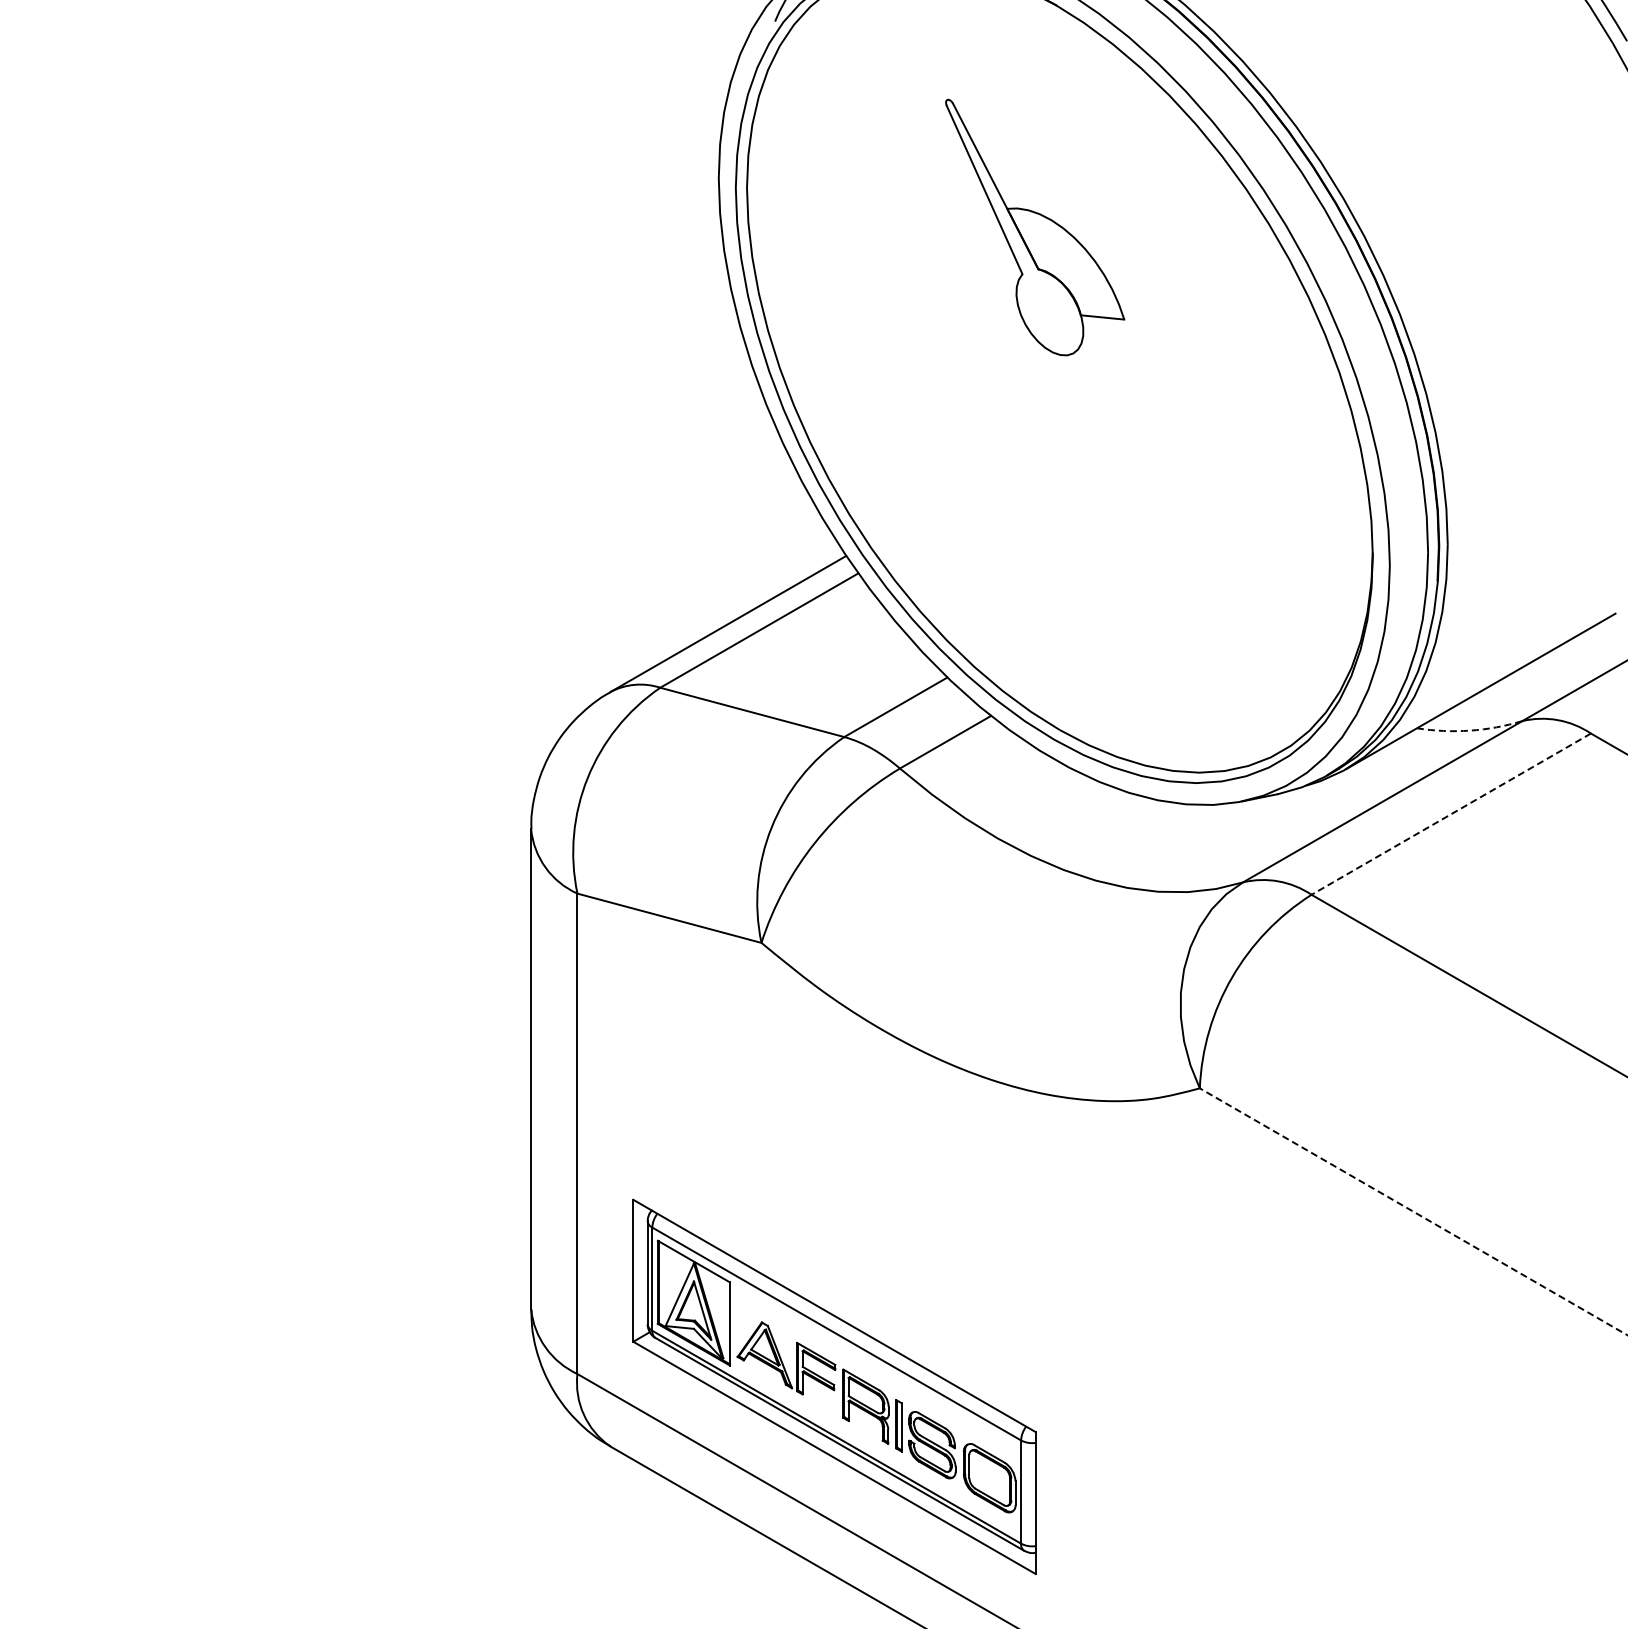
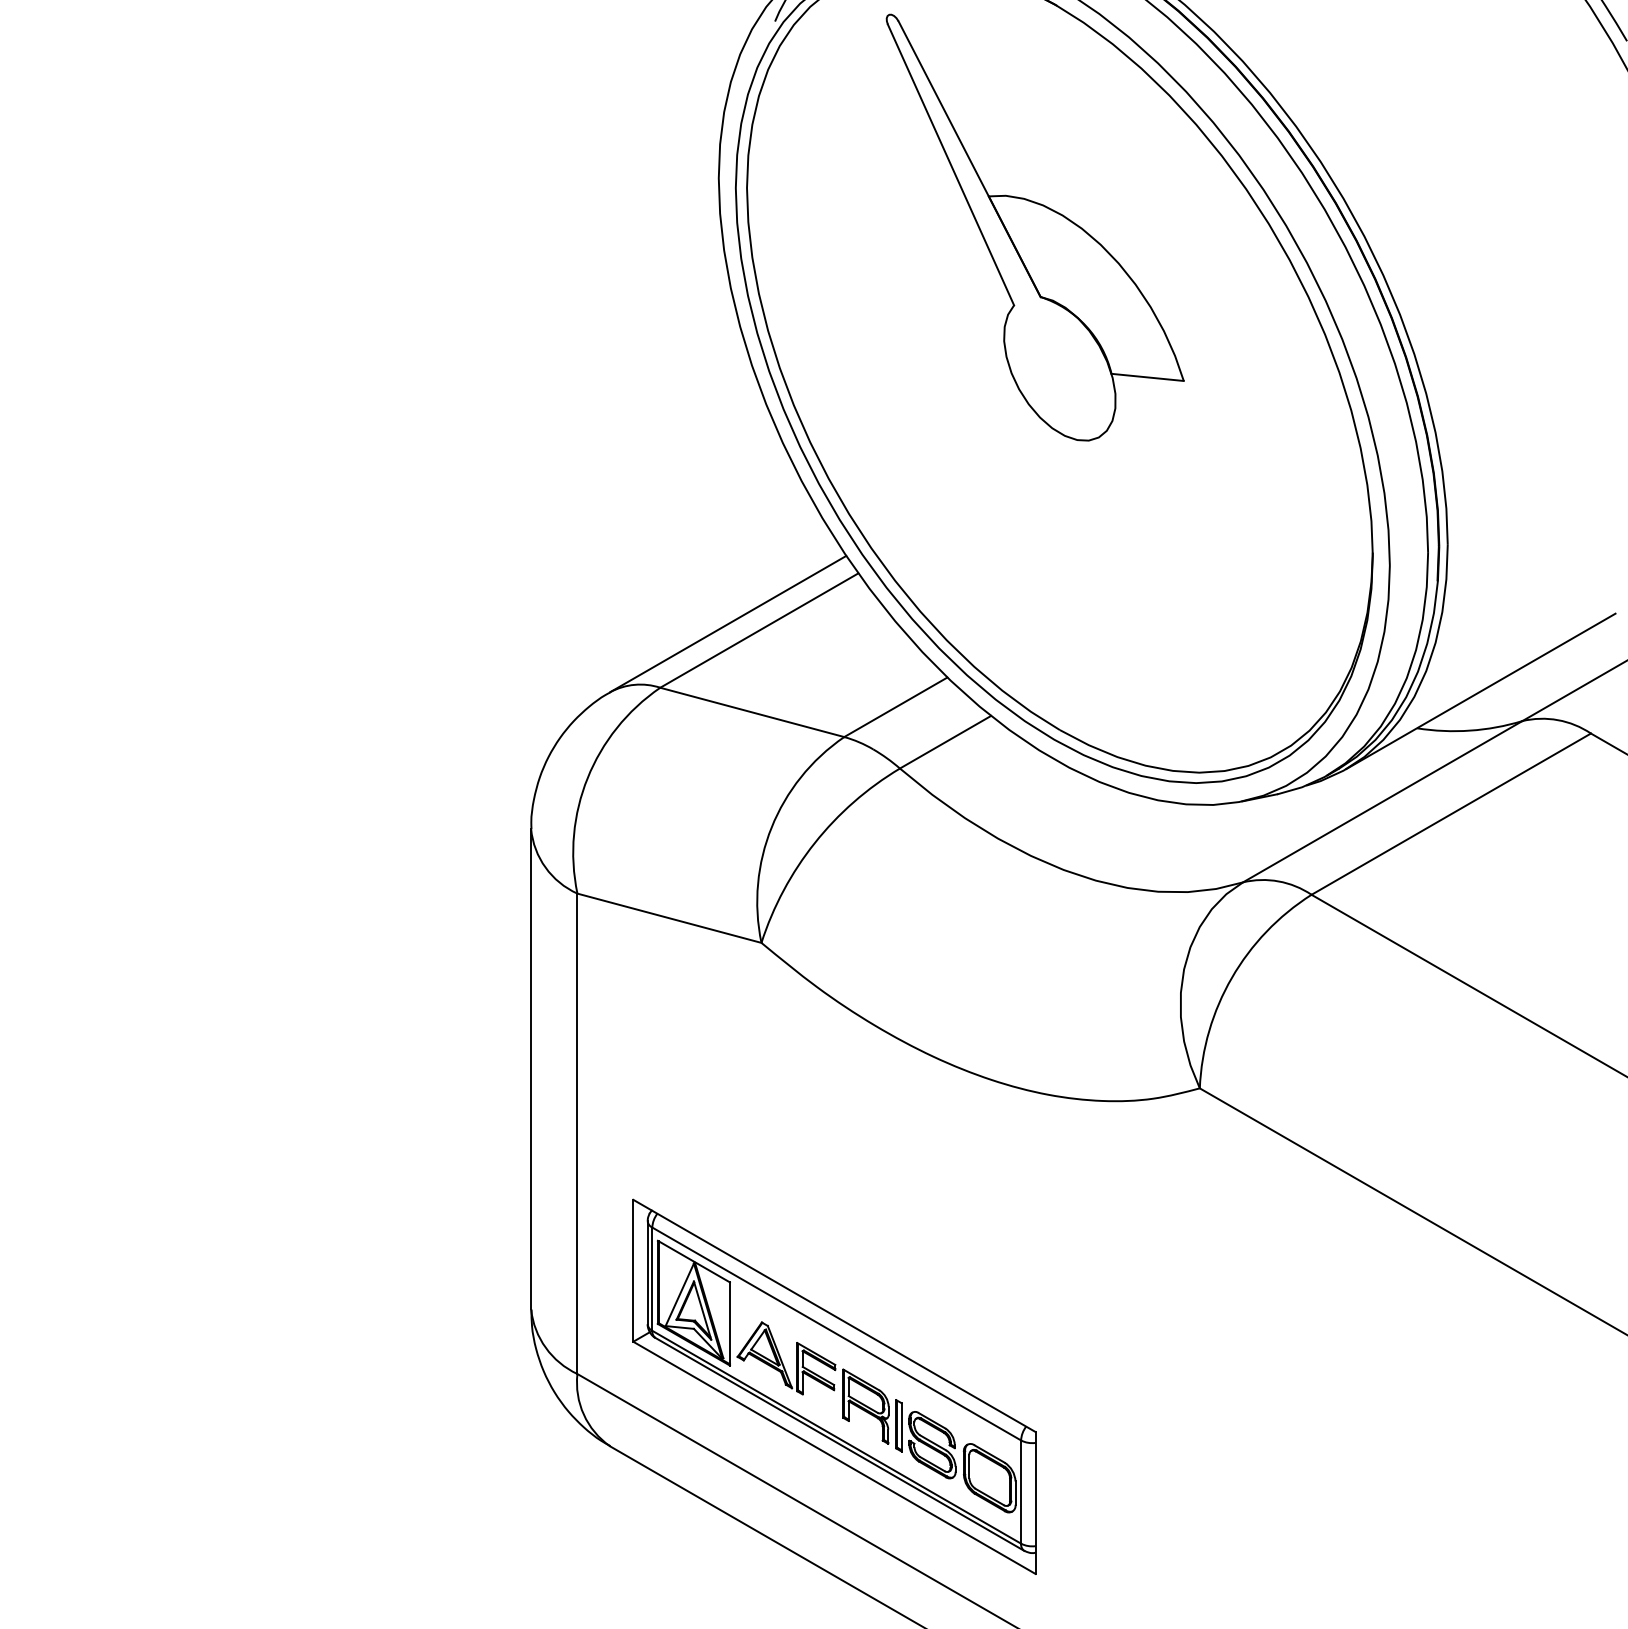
part at (1035, 227) size: 181x258 px -> 300x429 px
arc at (1470, 730): dashed -> solid
line at (1450, 814): dashed -> solid
line at (1413, 1211): dashed -> solid
